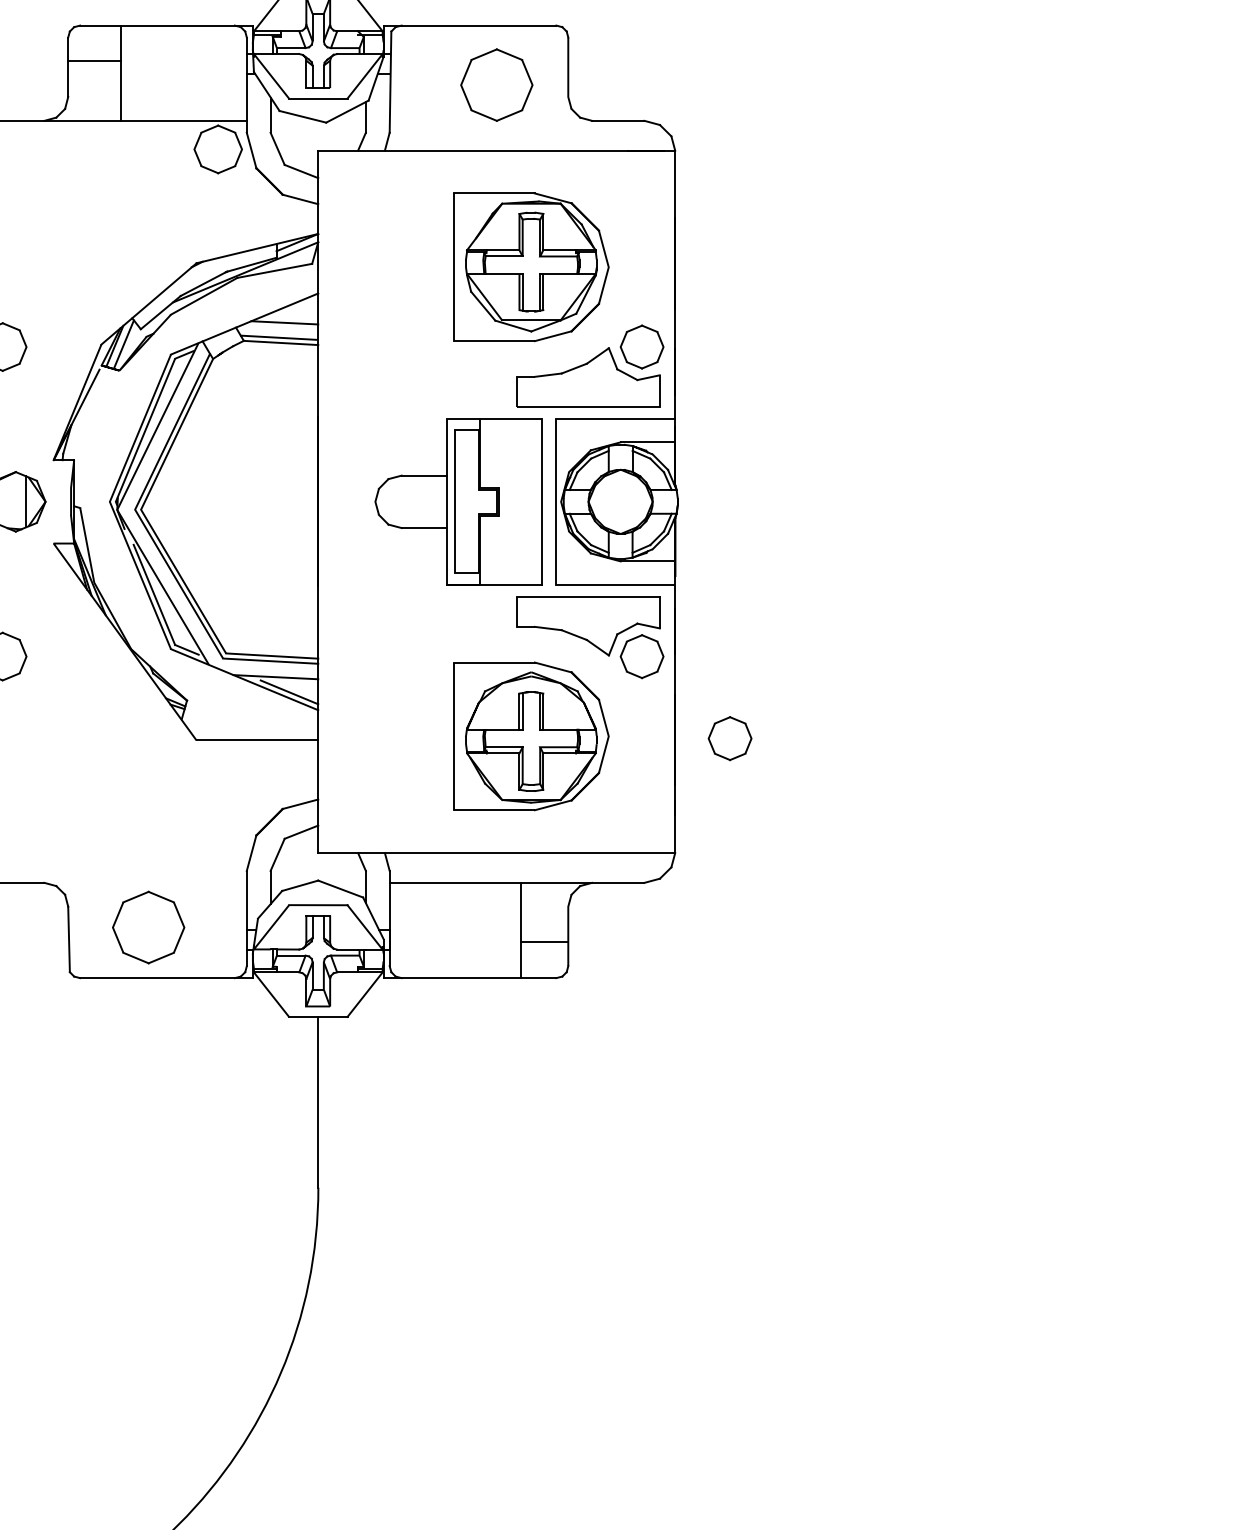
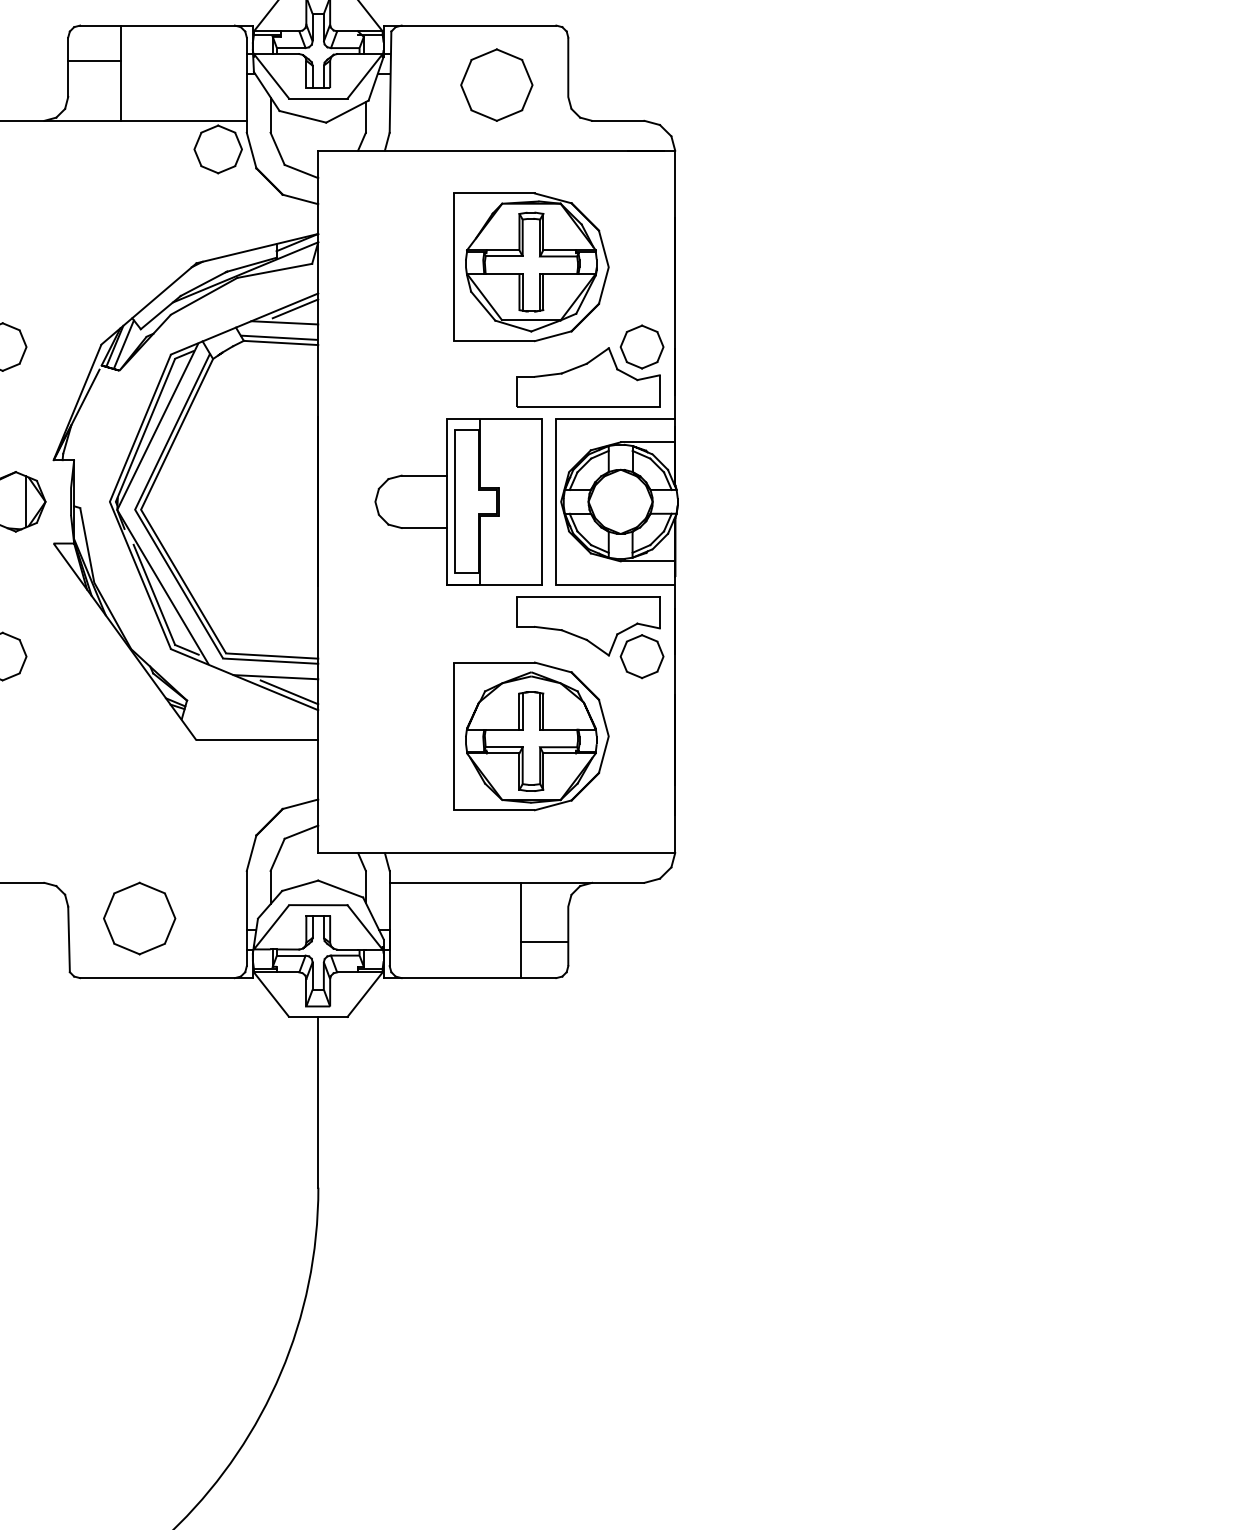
line at (295, 308): none -> present
part at (729, 738): present -> none
part at (148, 927) position: (148, 927) -> (139, 918)
